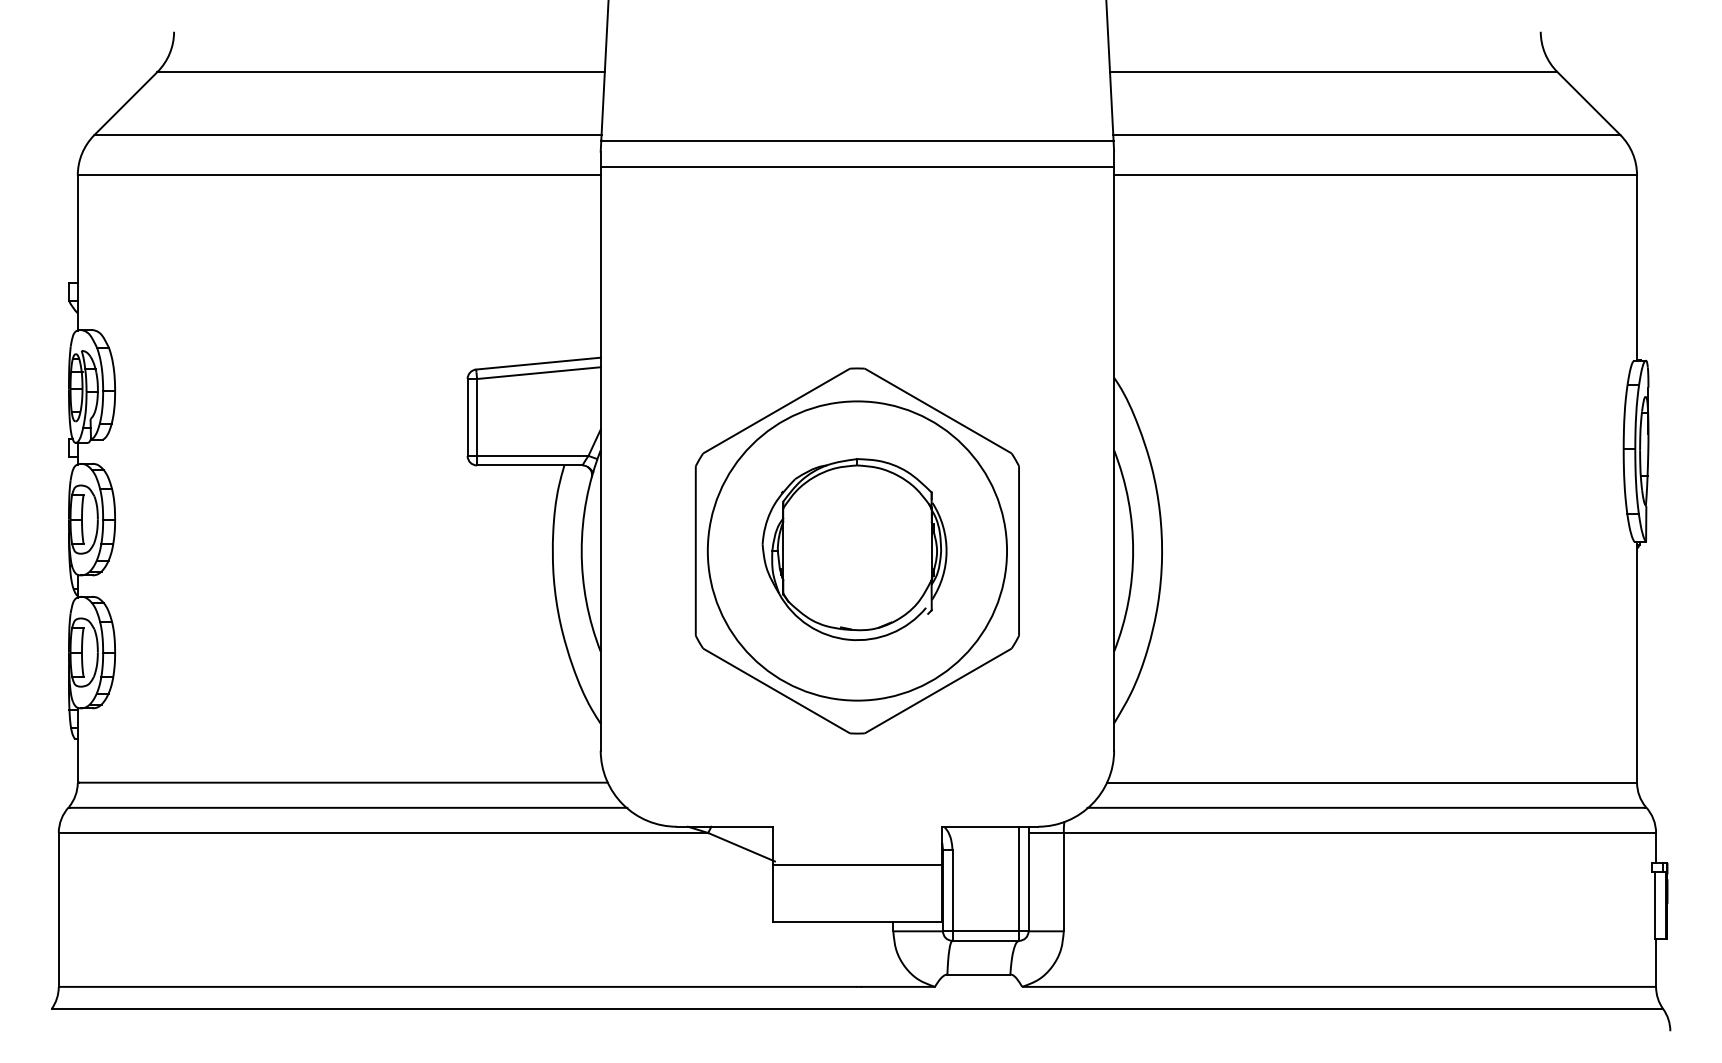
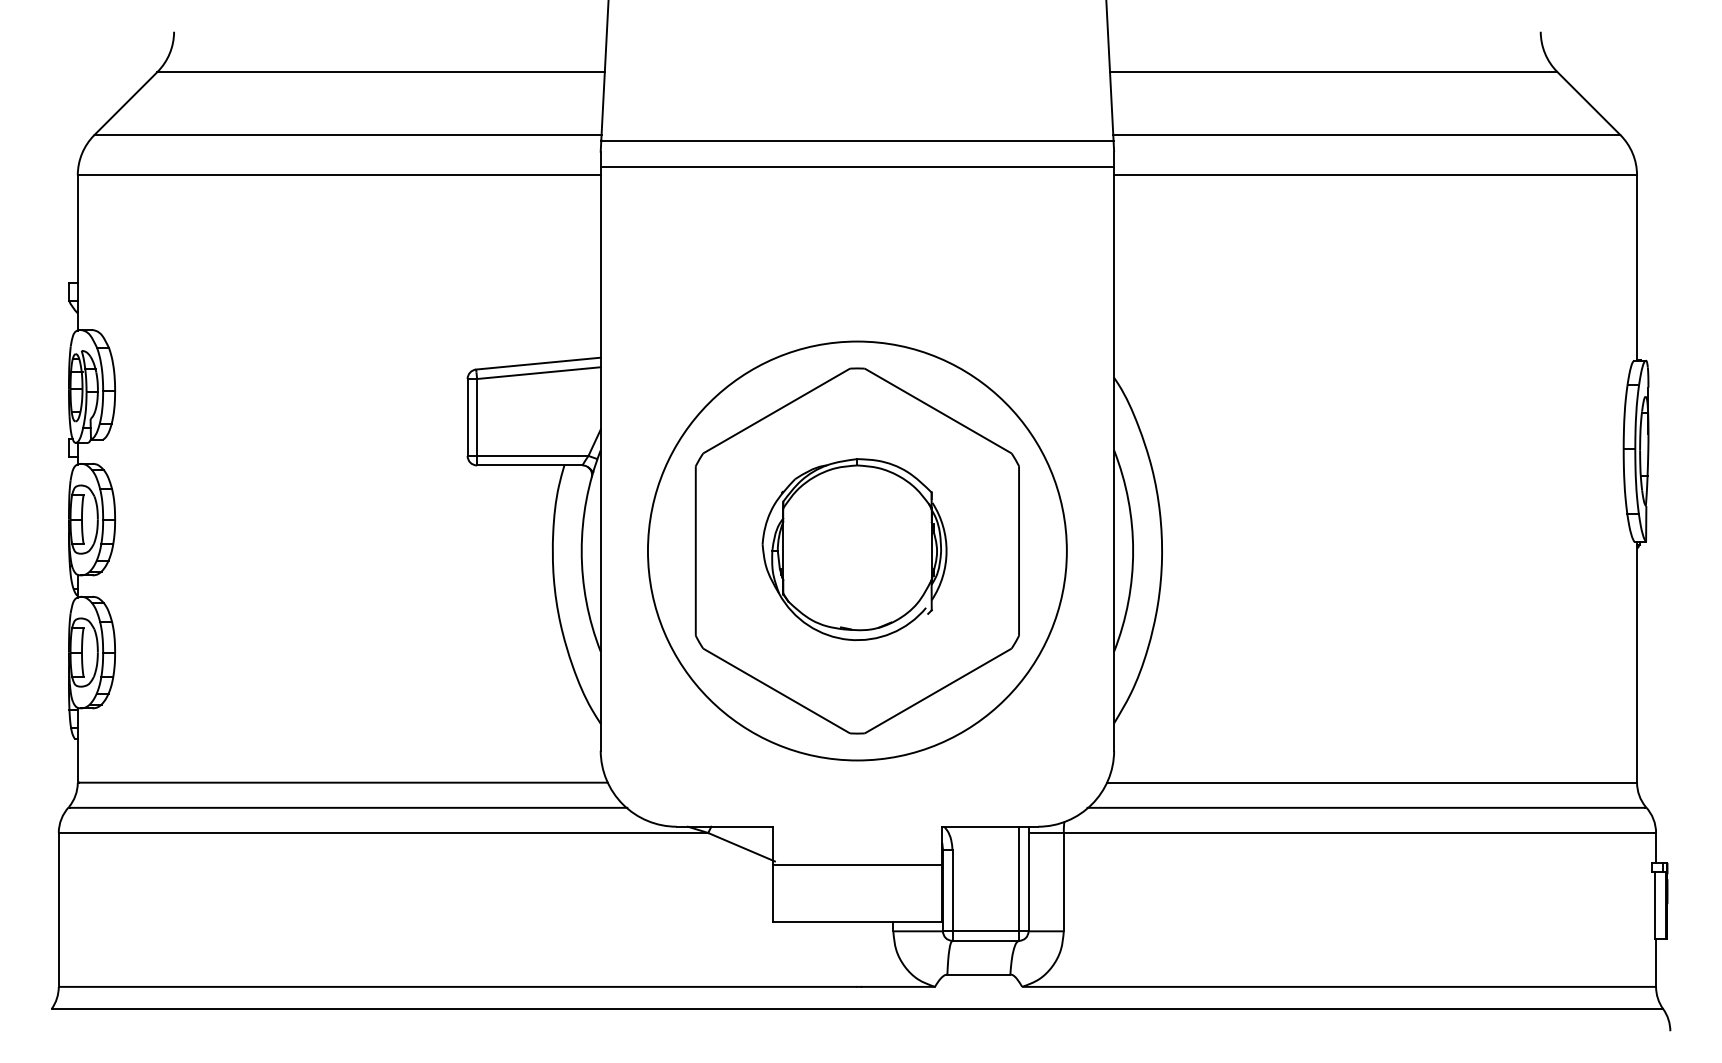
circle at (857, 550) diameter: 299 px -> 419 px
